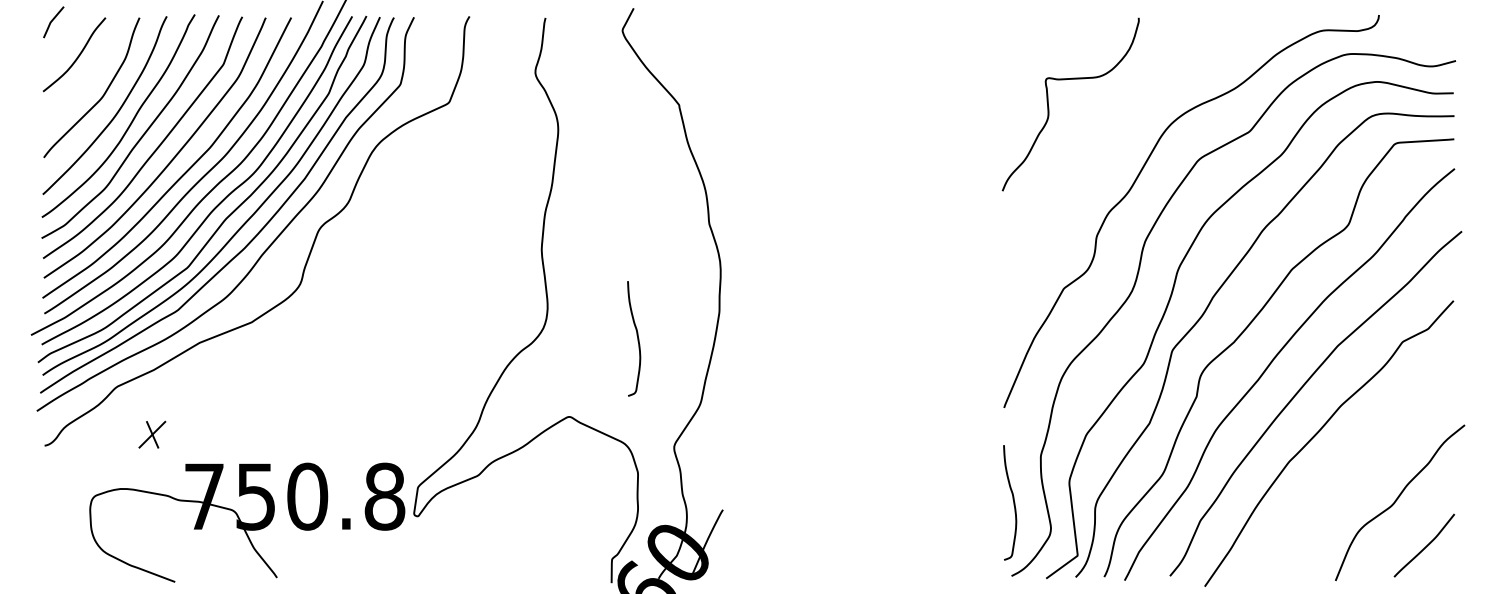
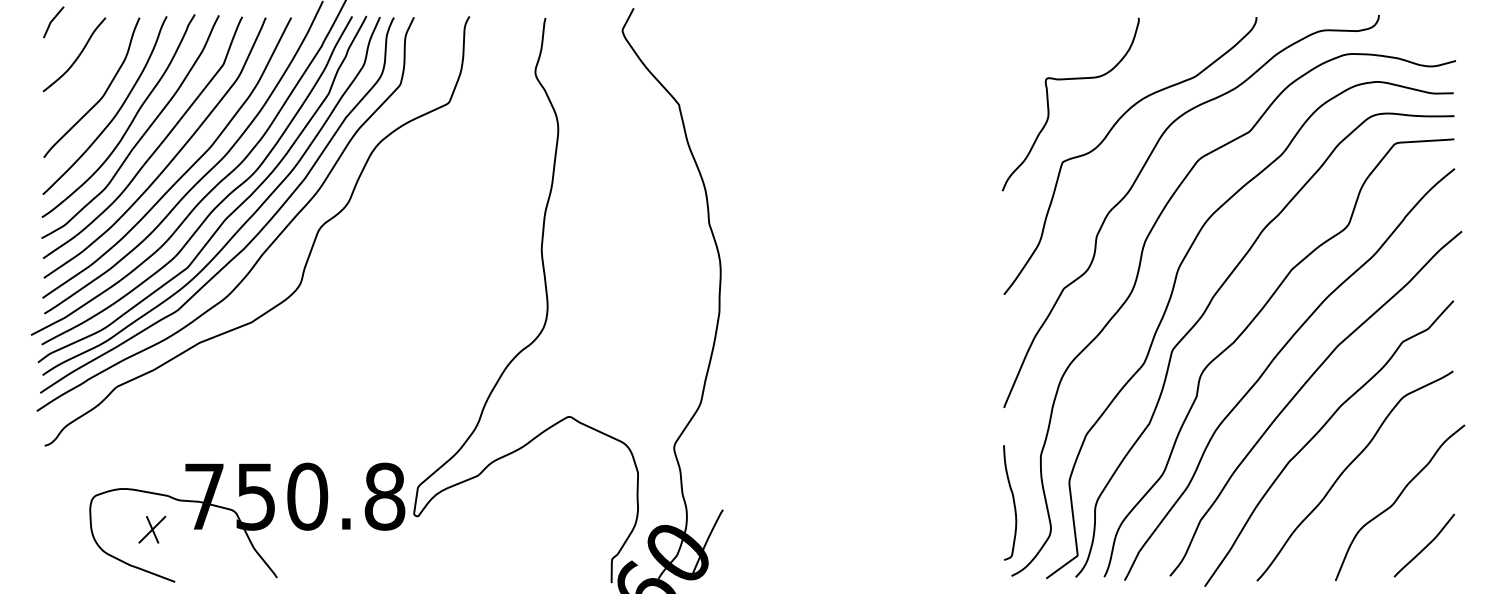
curve at (1105, 139): none -> present
curve at (637, 338): present -> none
part at (152, 434) position: (152, 434) -> (152, 529)
curve at (1347, 468): none -> present
